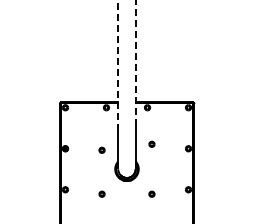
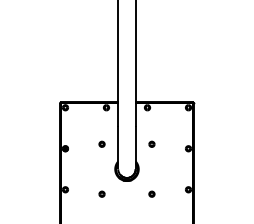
line at (118, 63): dashed -> solid
line at (135, 63): dashed -> solid
part at (101, 149) position: (101, 149) -> (101, 143)
